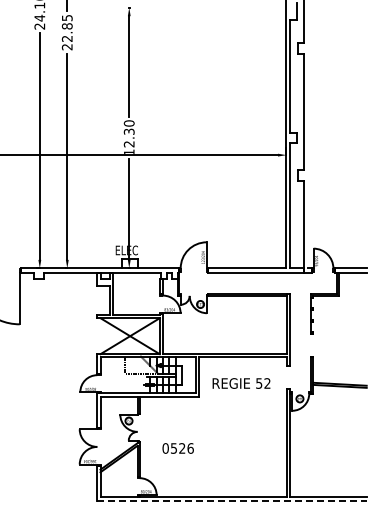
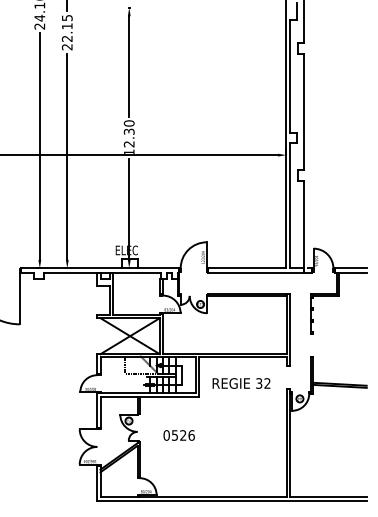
text at (66, 26): 22.85 -> 22.15
text at (259, 382): 52 -> 32
text at (177, 448) position: (177, 448) -> (178, 435)
line at (232, 501): dashed -> solid
